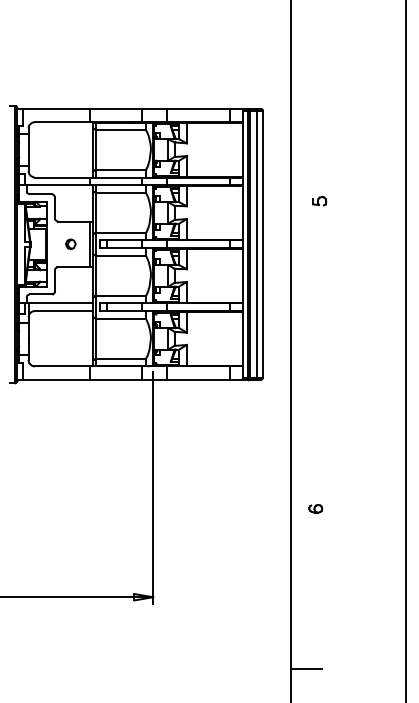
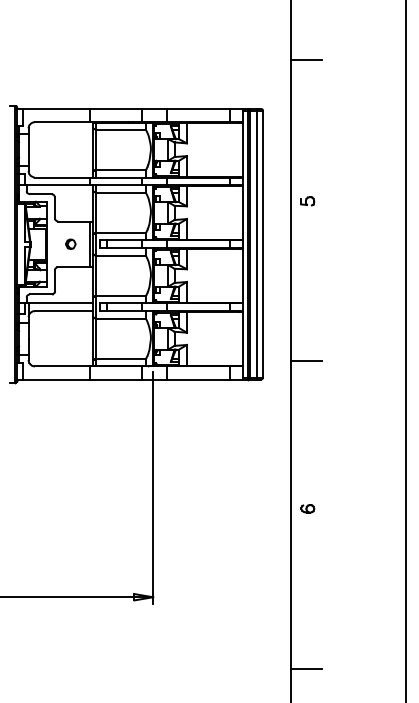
line at (305, 59): none -> present
part at (319, 201) position: (319, 201) -> (307, 201)
line at (305, 361): none -> present
part at (315, 508) position: (315, 508) -> (307, 508)
